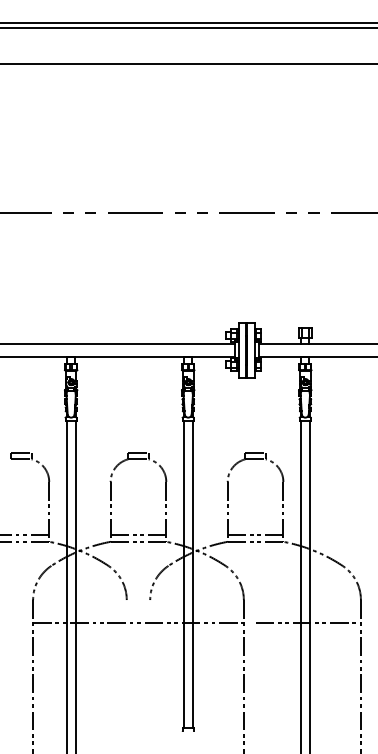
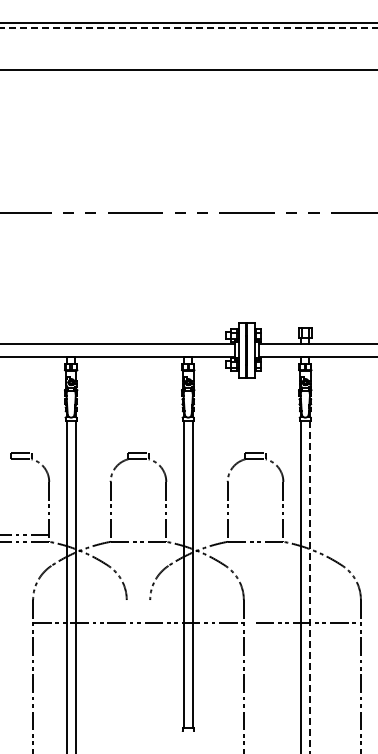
line at (189, 28): solid -> dashed
line at (188, 63) position: (188, 63) -> (188, 69)
line at (138, 534): present -> none
line at (255, 534): present -> none
line at (309, 587): solid -> dashed
